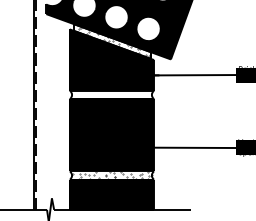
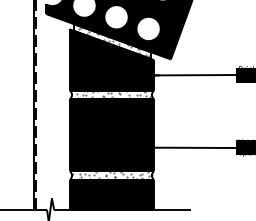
hatch at (112, 94): none -> present
